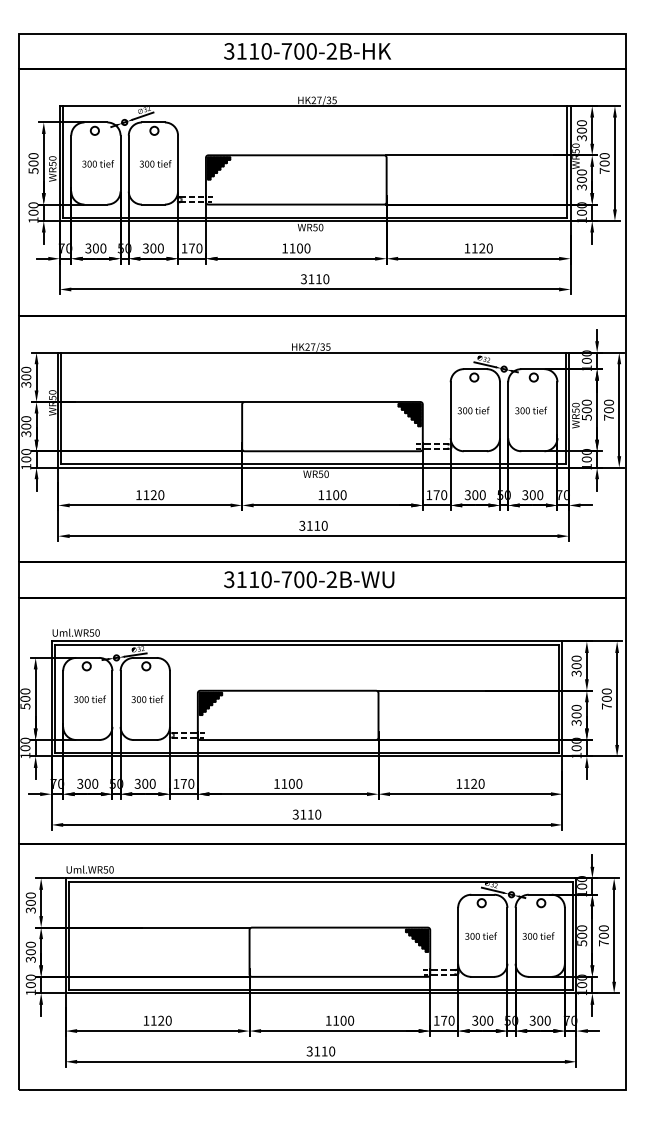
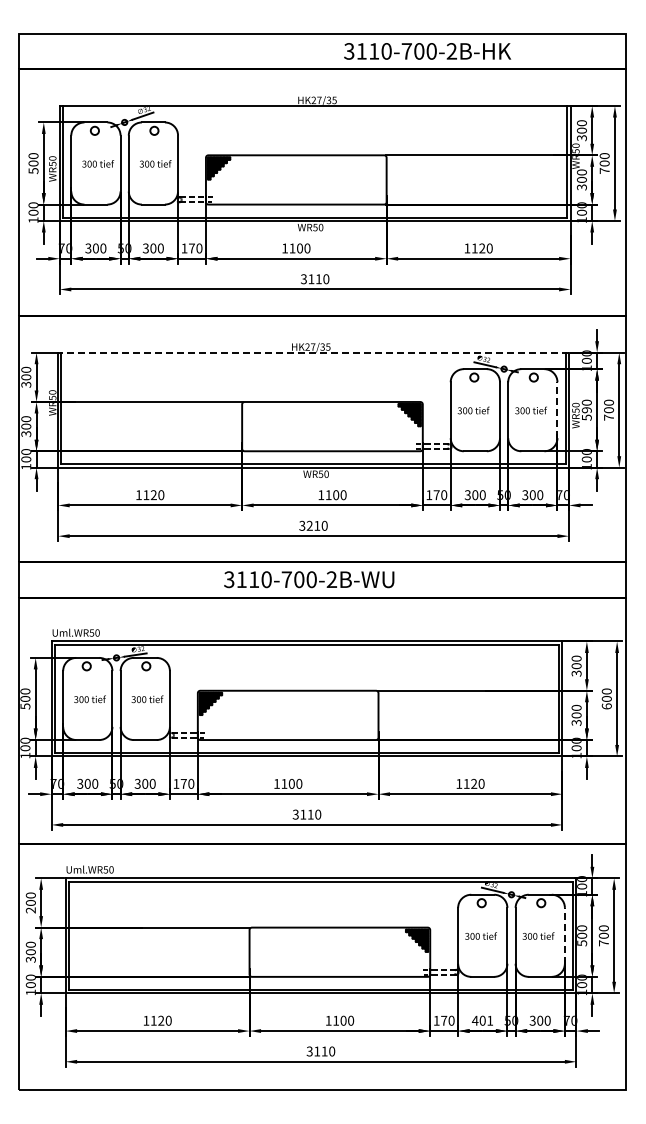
text at (307, 51) position: (307, 51) -> (427, 51)
line at (313, 352): solid -> dashed
line at (557, 410): solid -> dashed
text at (586, 410): 500 -> 590
text at (309, 525): 3110 -> 3210
text at (606, 706): 700 -> 600
text at (30, 910): 300 -> 200
line at (564, 935): solid -> dashed
text at (482, 1020): 300 -> 401
